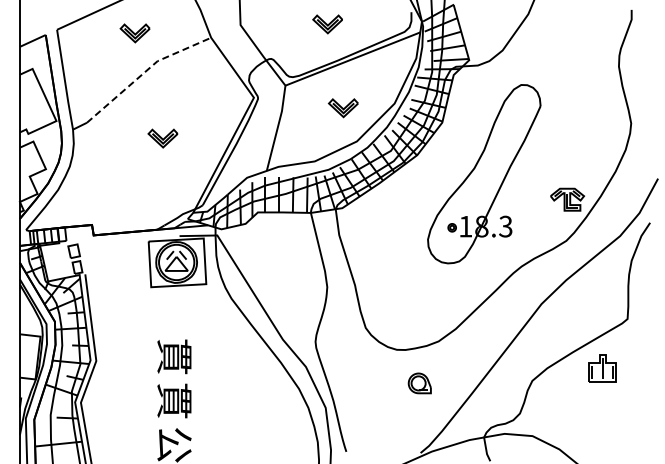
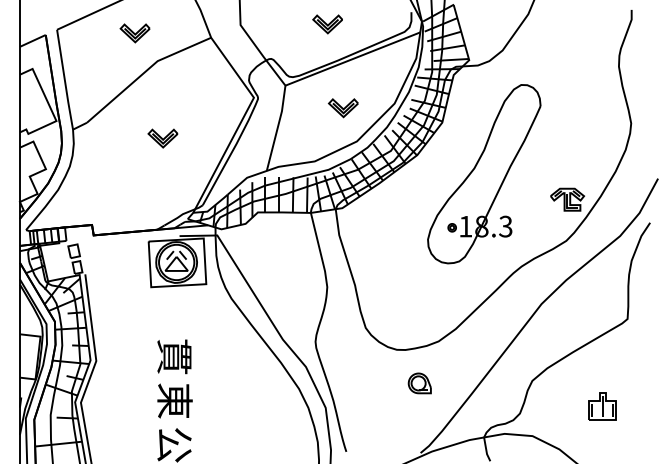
line at (144, 72): dashed -> solid
part at (602, 368) position: (602, 368) -> (602, 406)
text at (174, 400): 貫 -> 東
